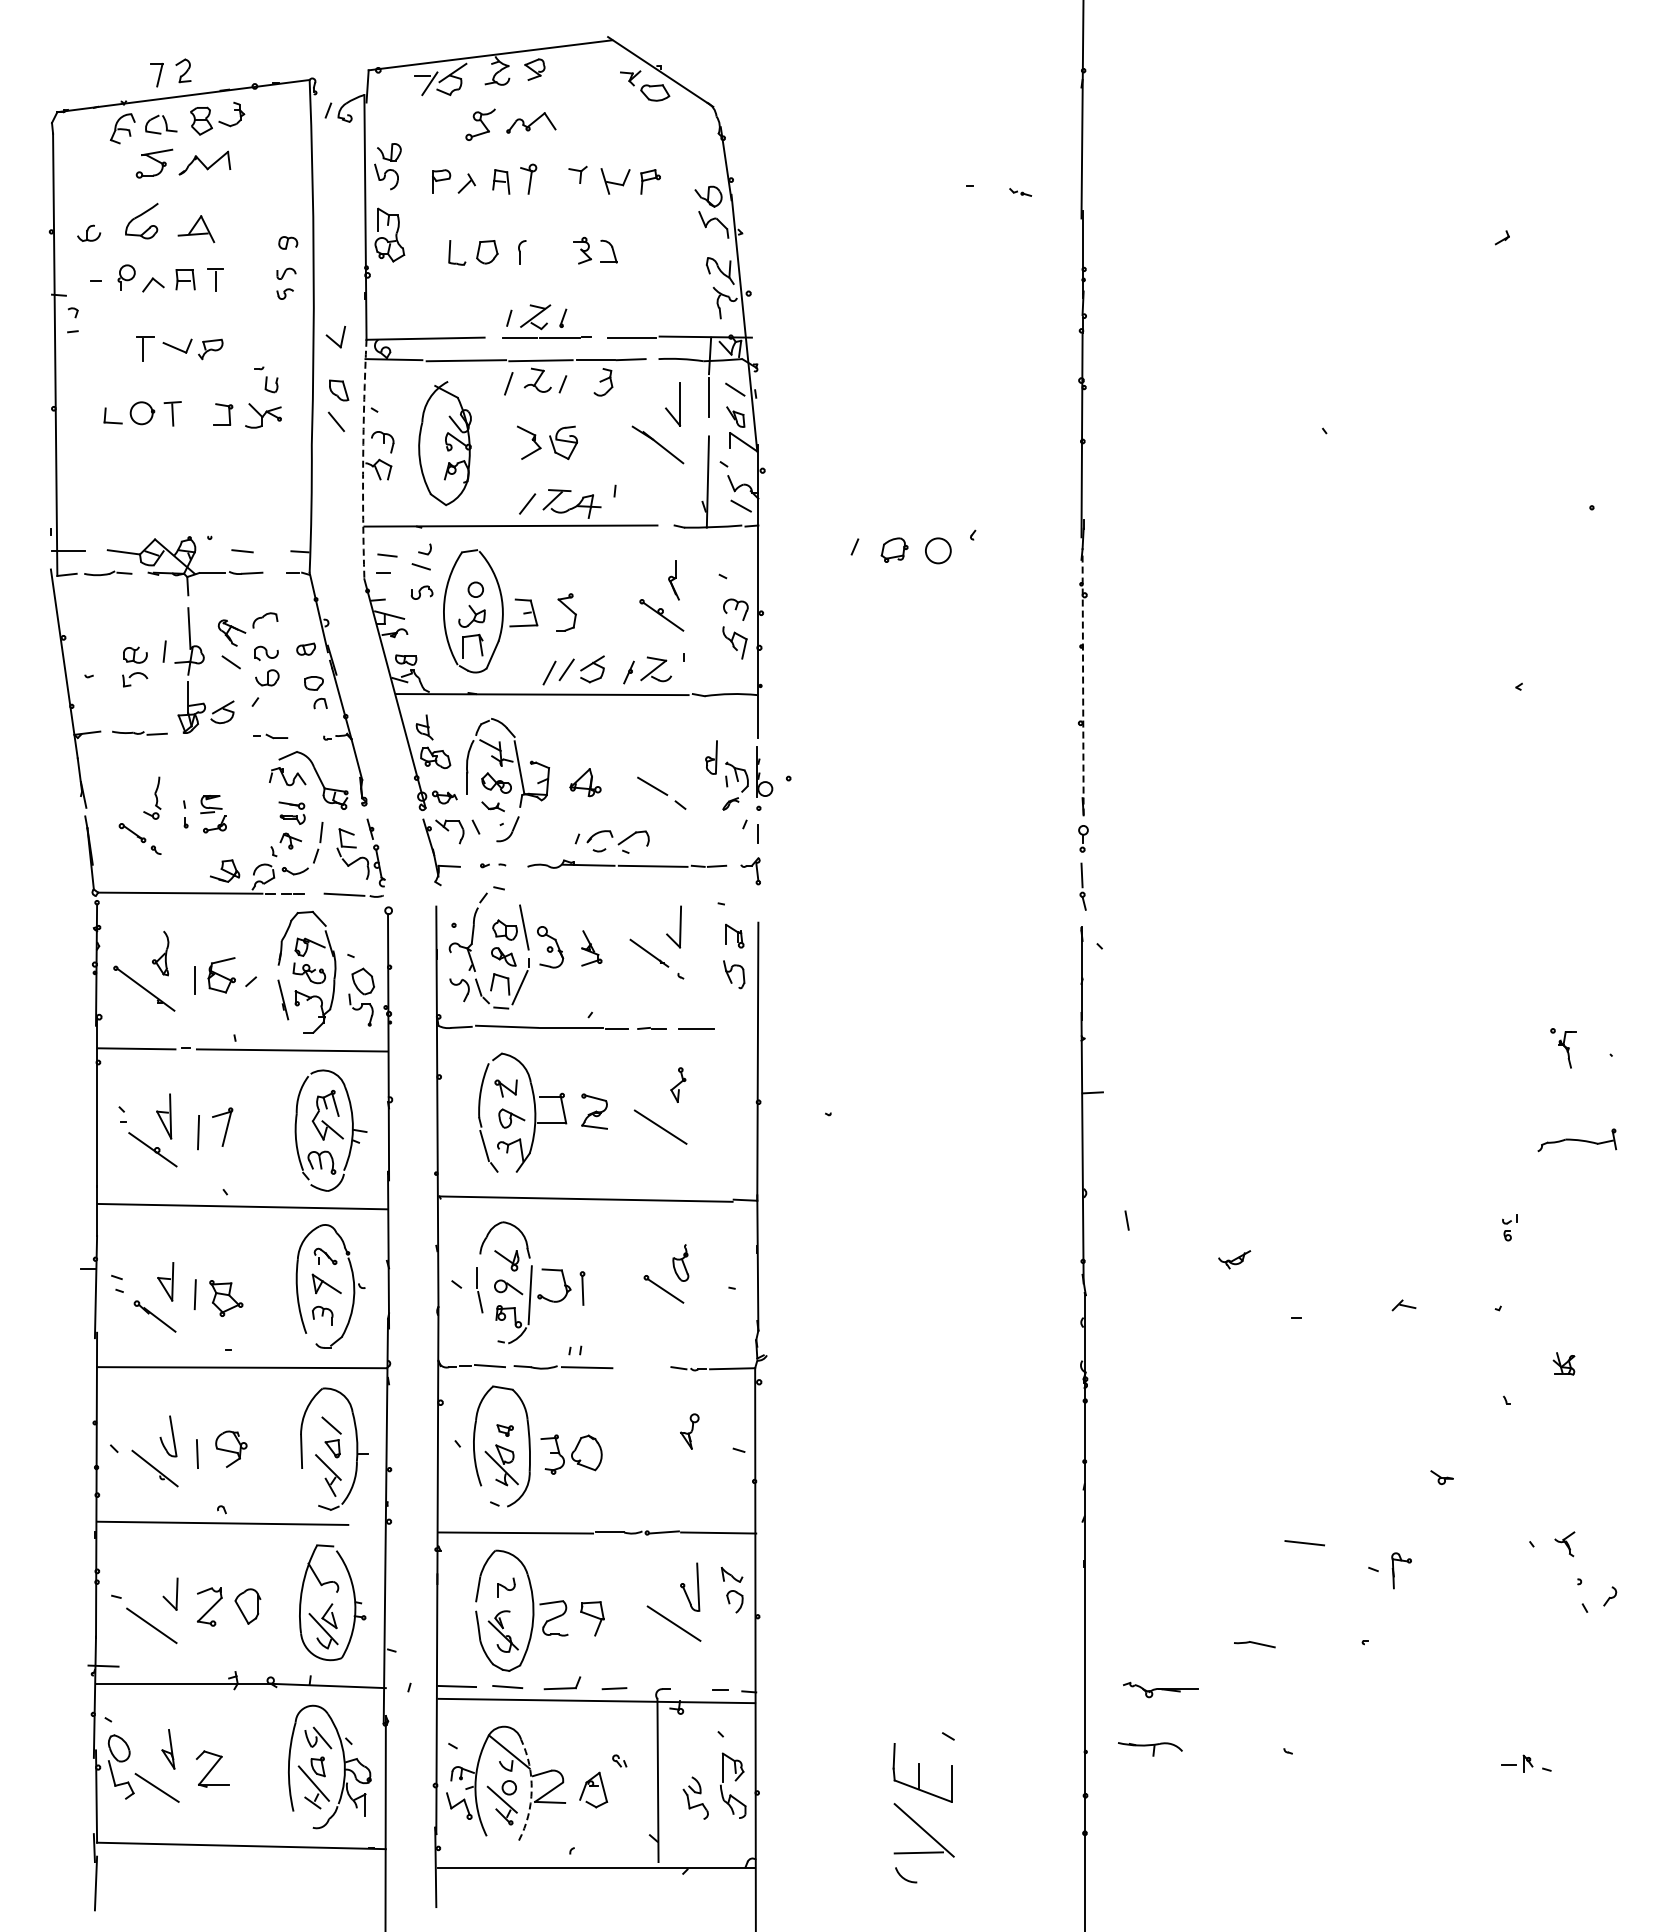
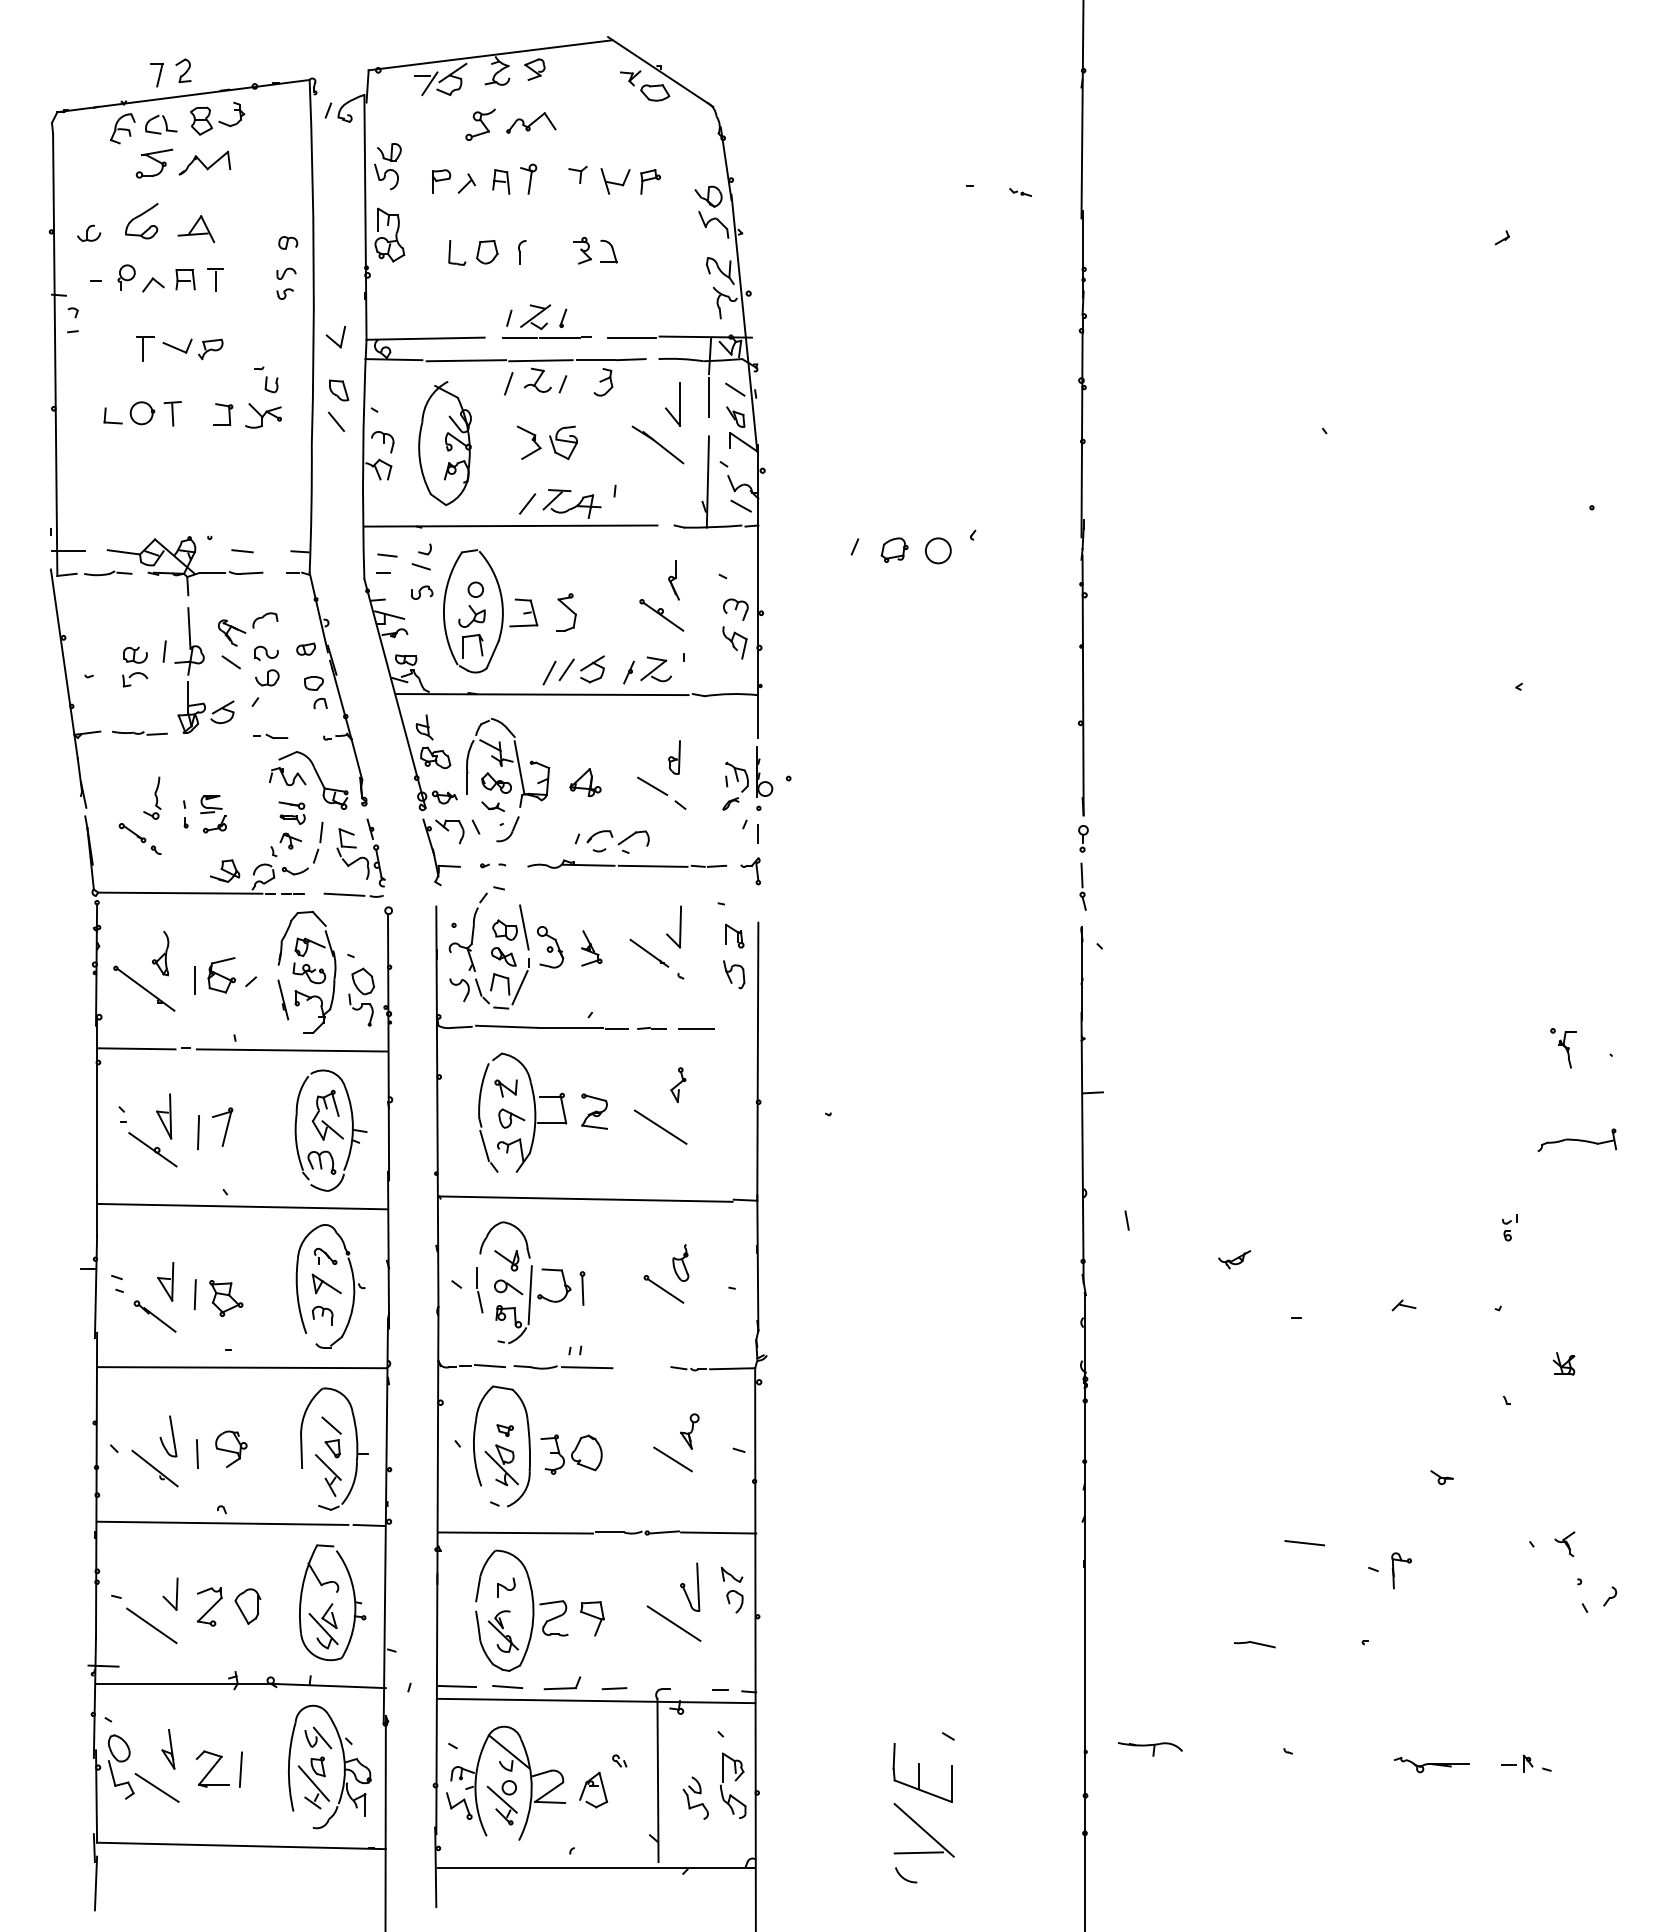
arc at (363, 459): dashed -> solid
line at (1083, 685): dashed -> solid
part at (711, 757) position: (711, 757) -> (674, 757)
line at (672, 1459): none -> present
line at (368, 1525): none -> present
part at (1160, 1689) position: (1160, 1689) -> (1431, 1764)
line at (240, 1769): none -> present
arc at (531, 1790): dashed -> solid
